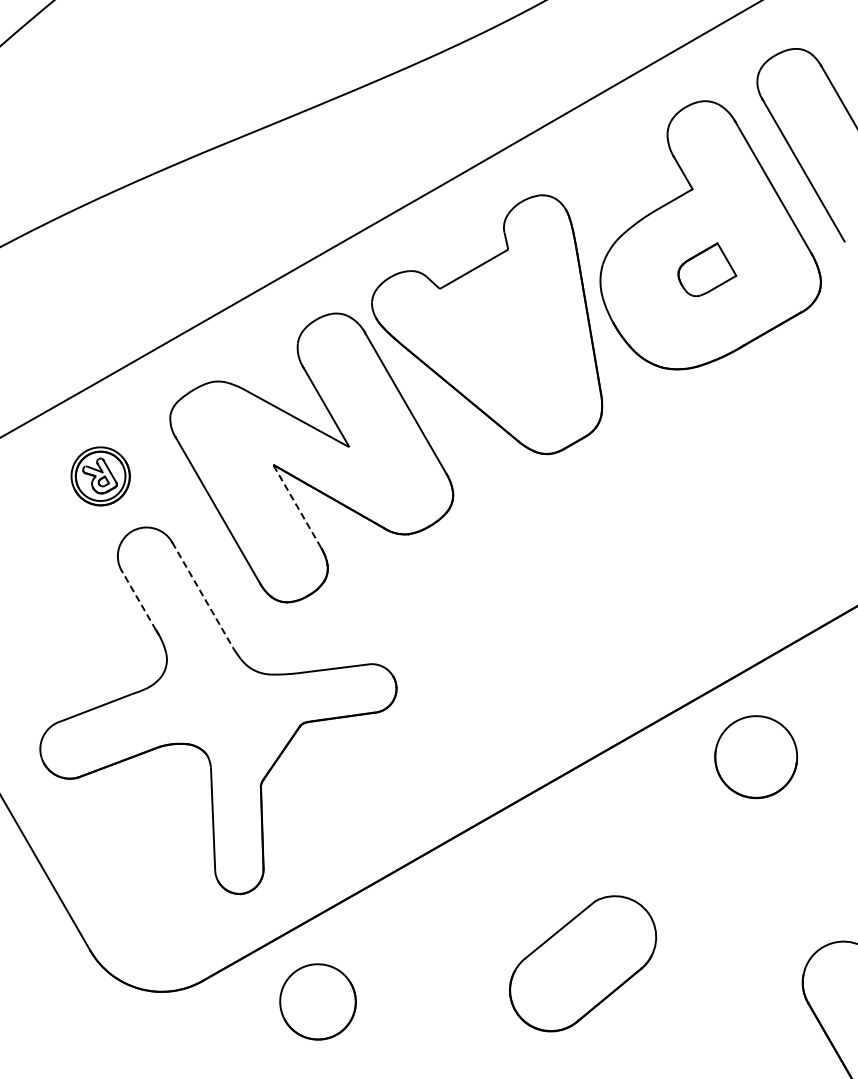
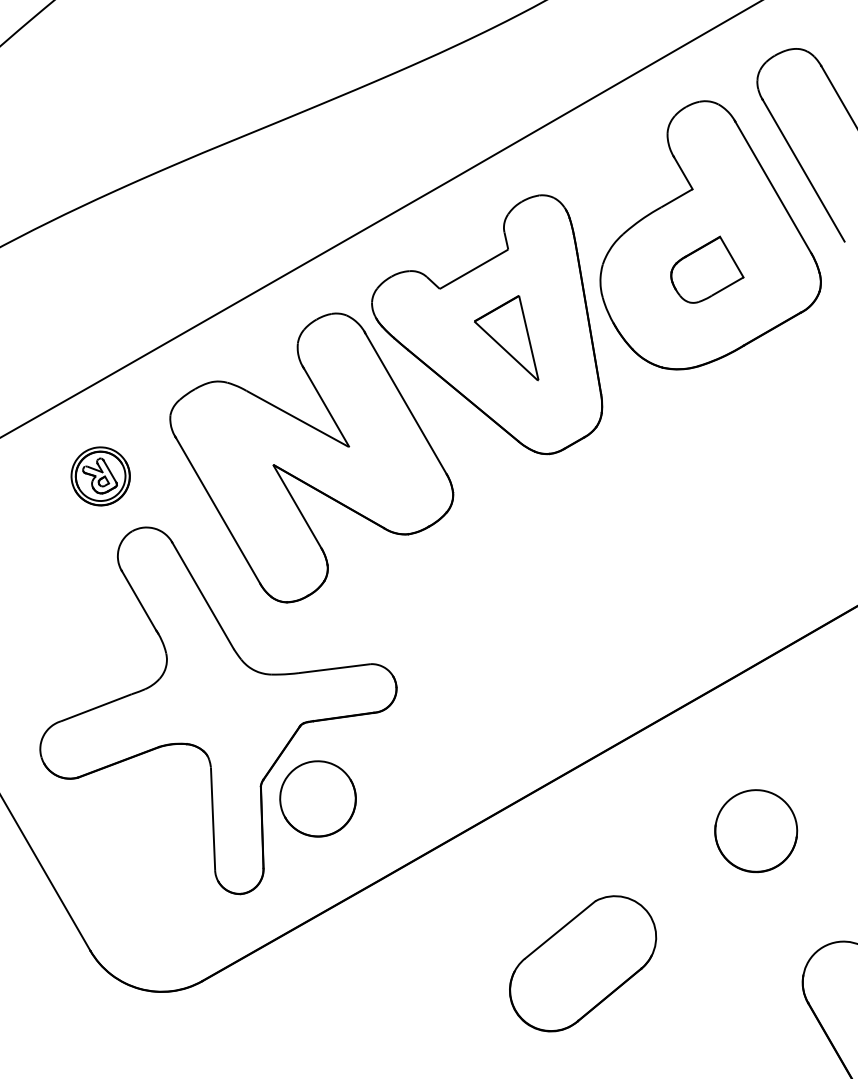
part at (707, 269) size: 61x56 px -> 75x69 px
part at (506, 338): none -> present
line at (297, 507): dashed -> solid
line at (202, 595): dashed -> solid
line at (138, 600): dashed -> solid
part at (756, 757) position: (756, 757) -> (756, 831)
part at (317, 1001) position: (317, 1001) -> (317, 798)
